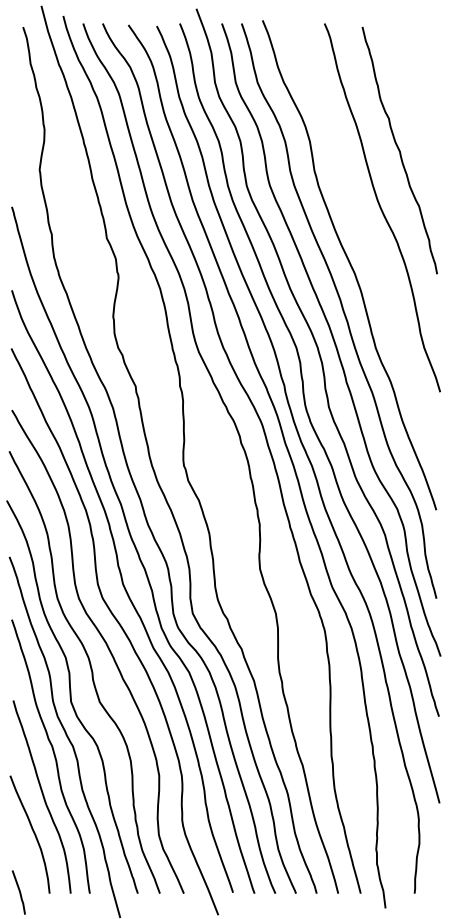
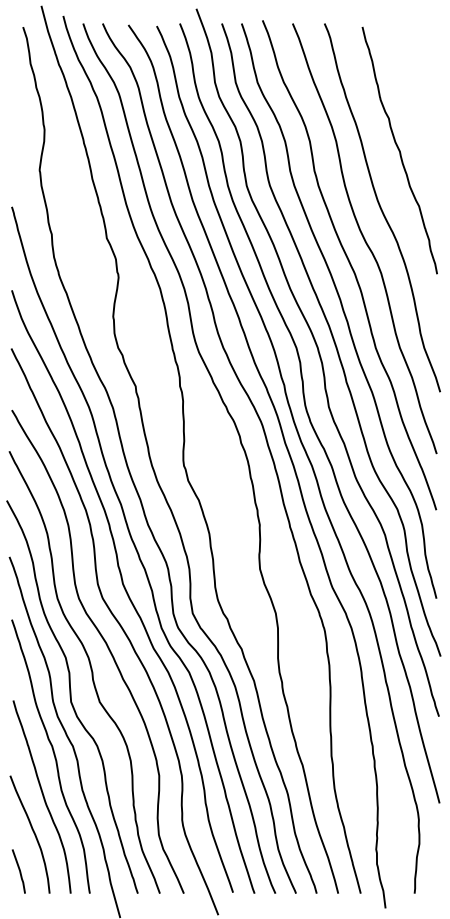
curve at (364, 238): none -> present
line at (19, 892) position: (19, 892) -> (19, 871)
